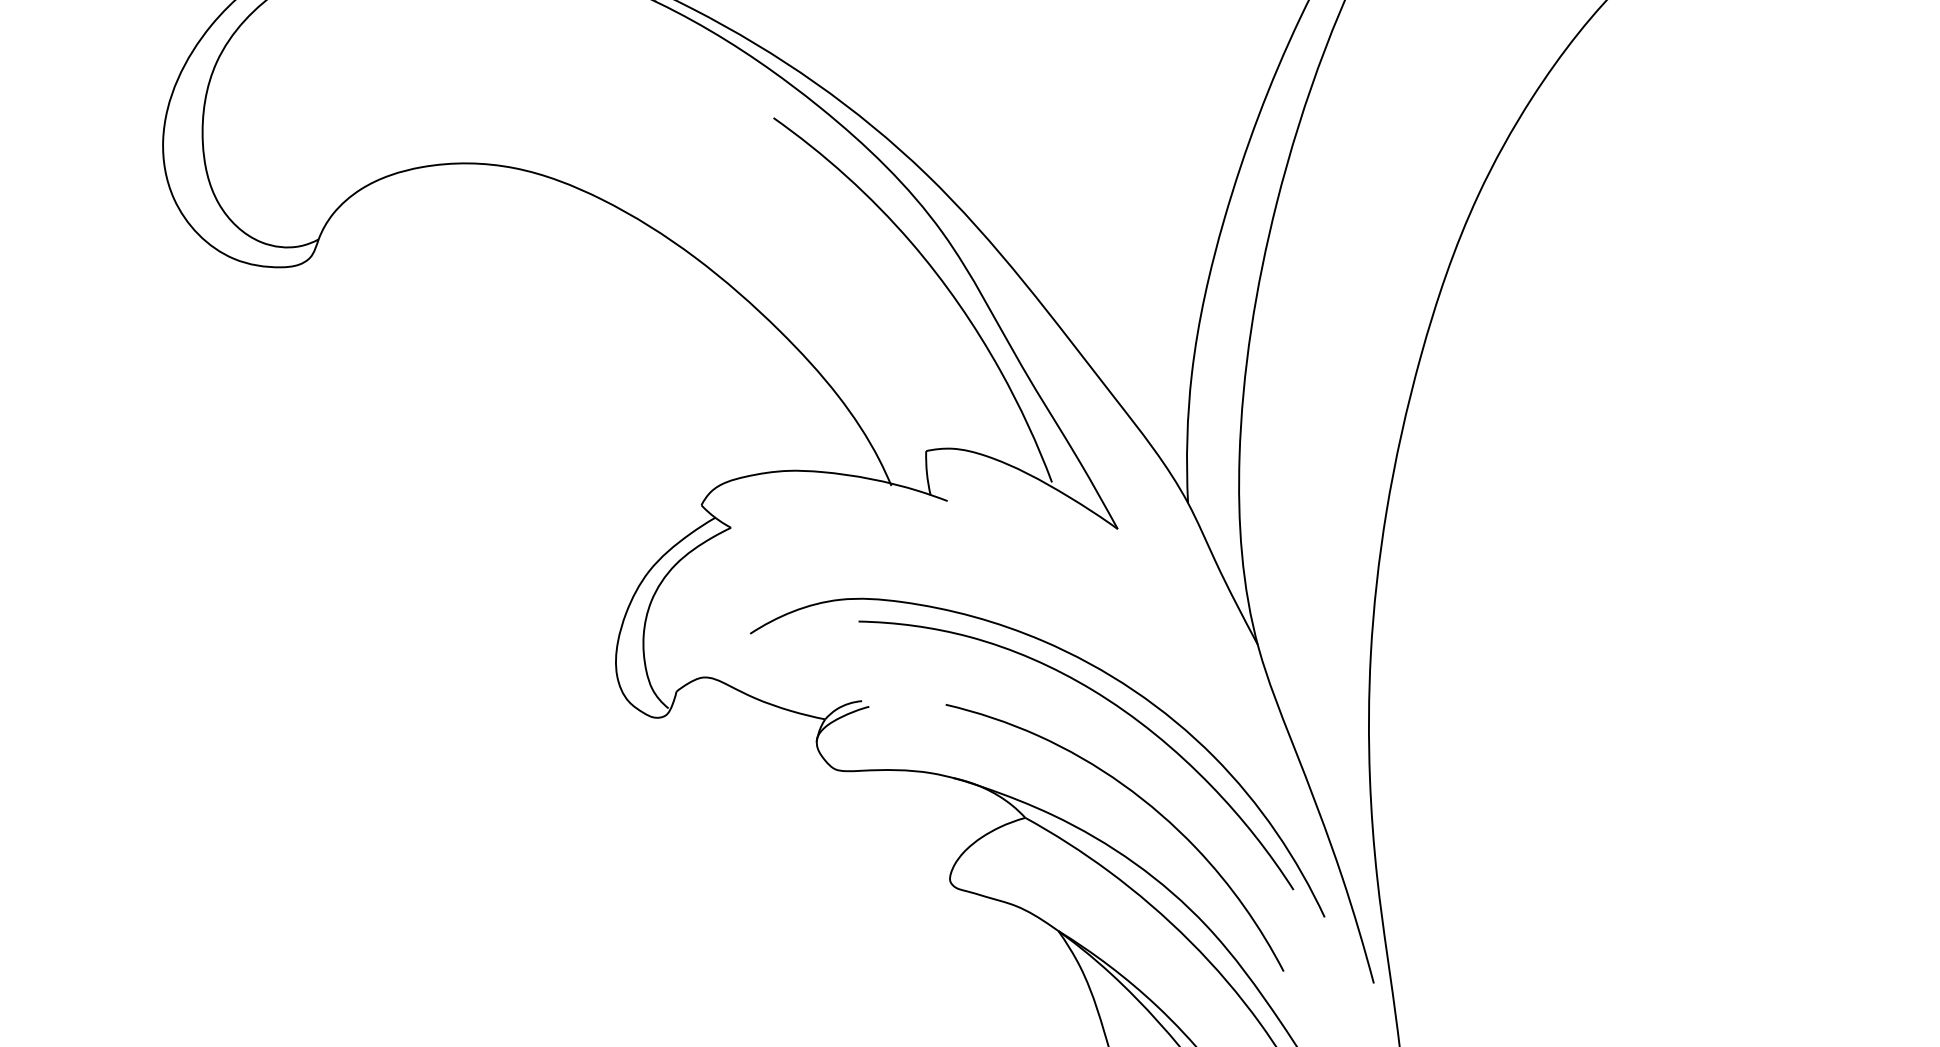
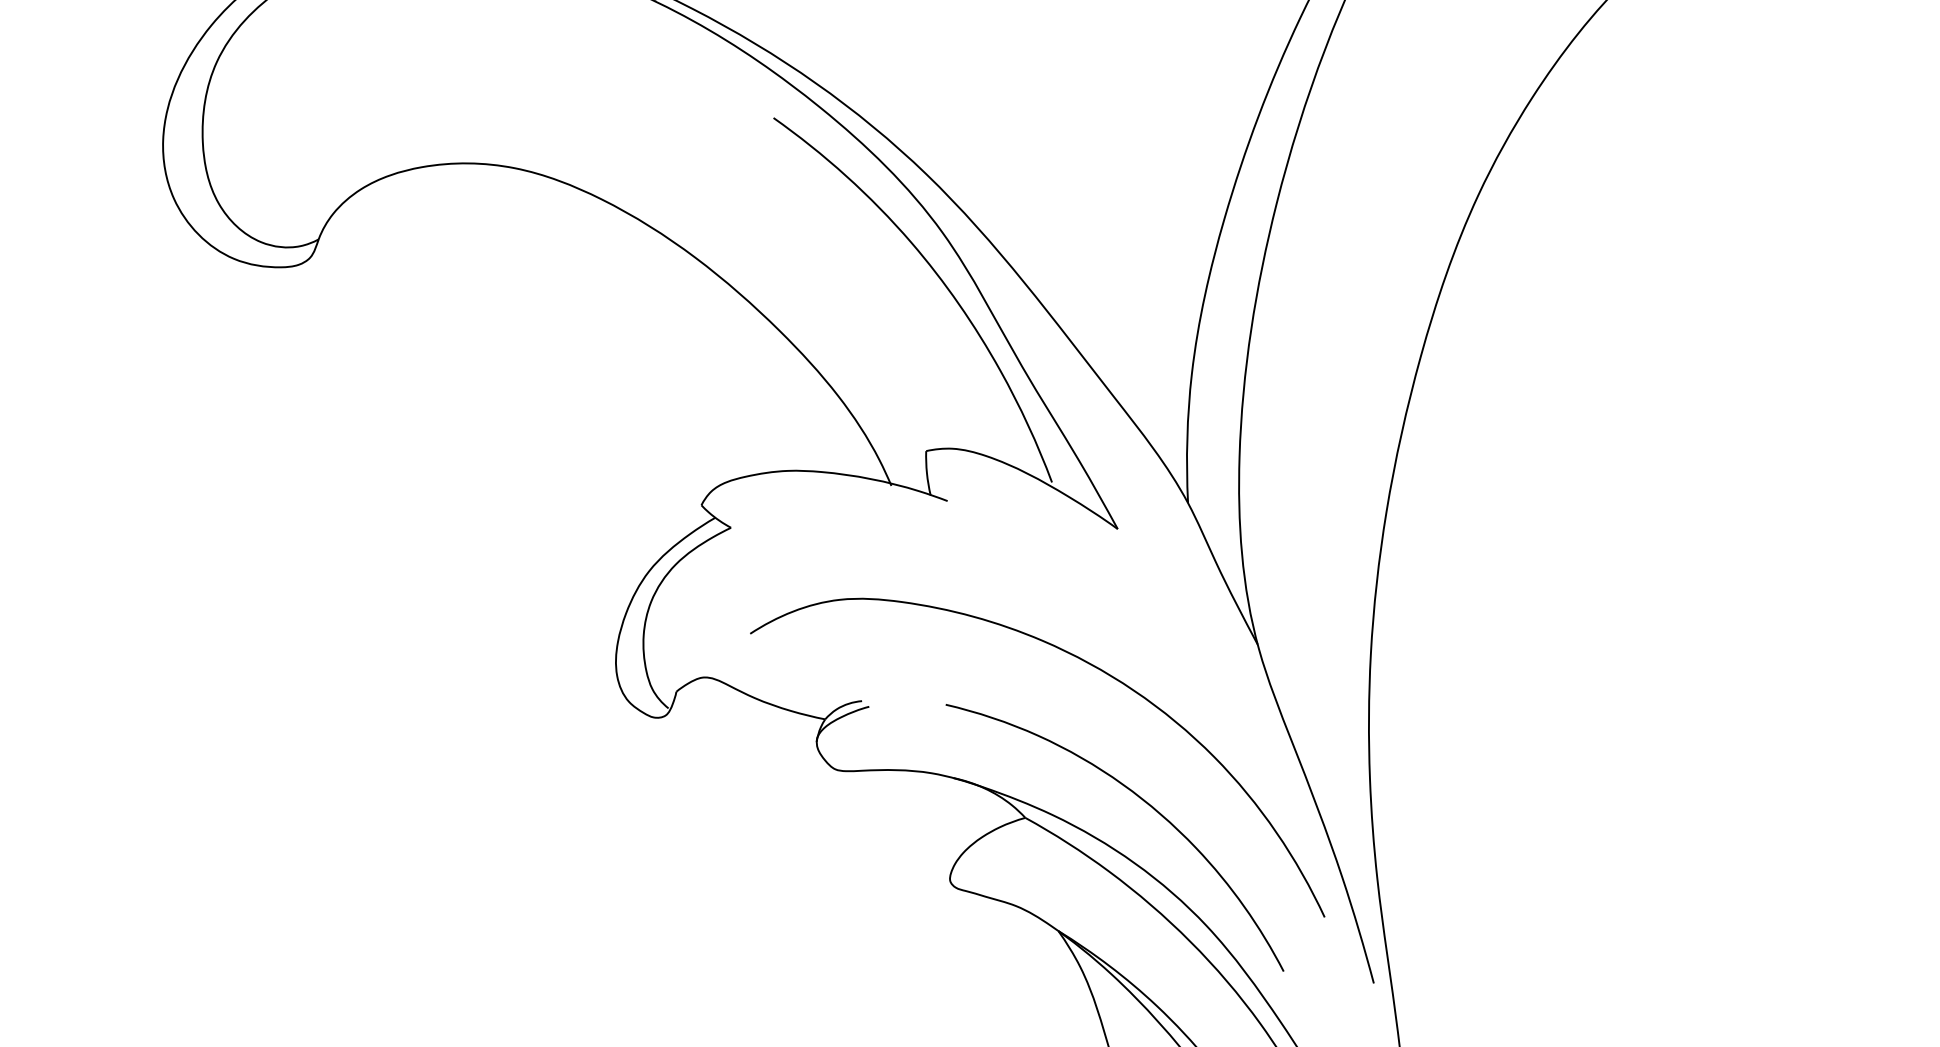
curve at (1111, 703): present -> none
